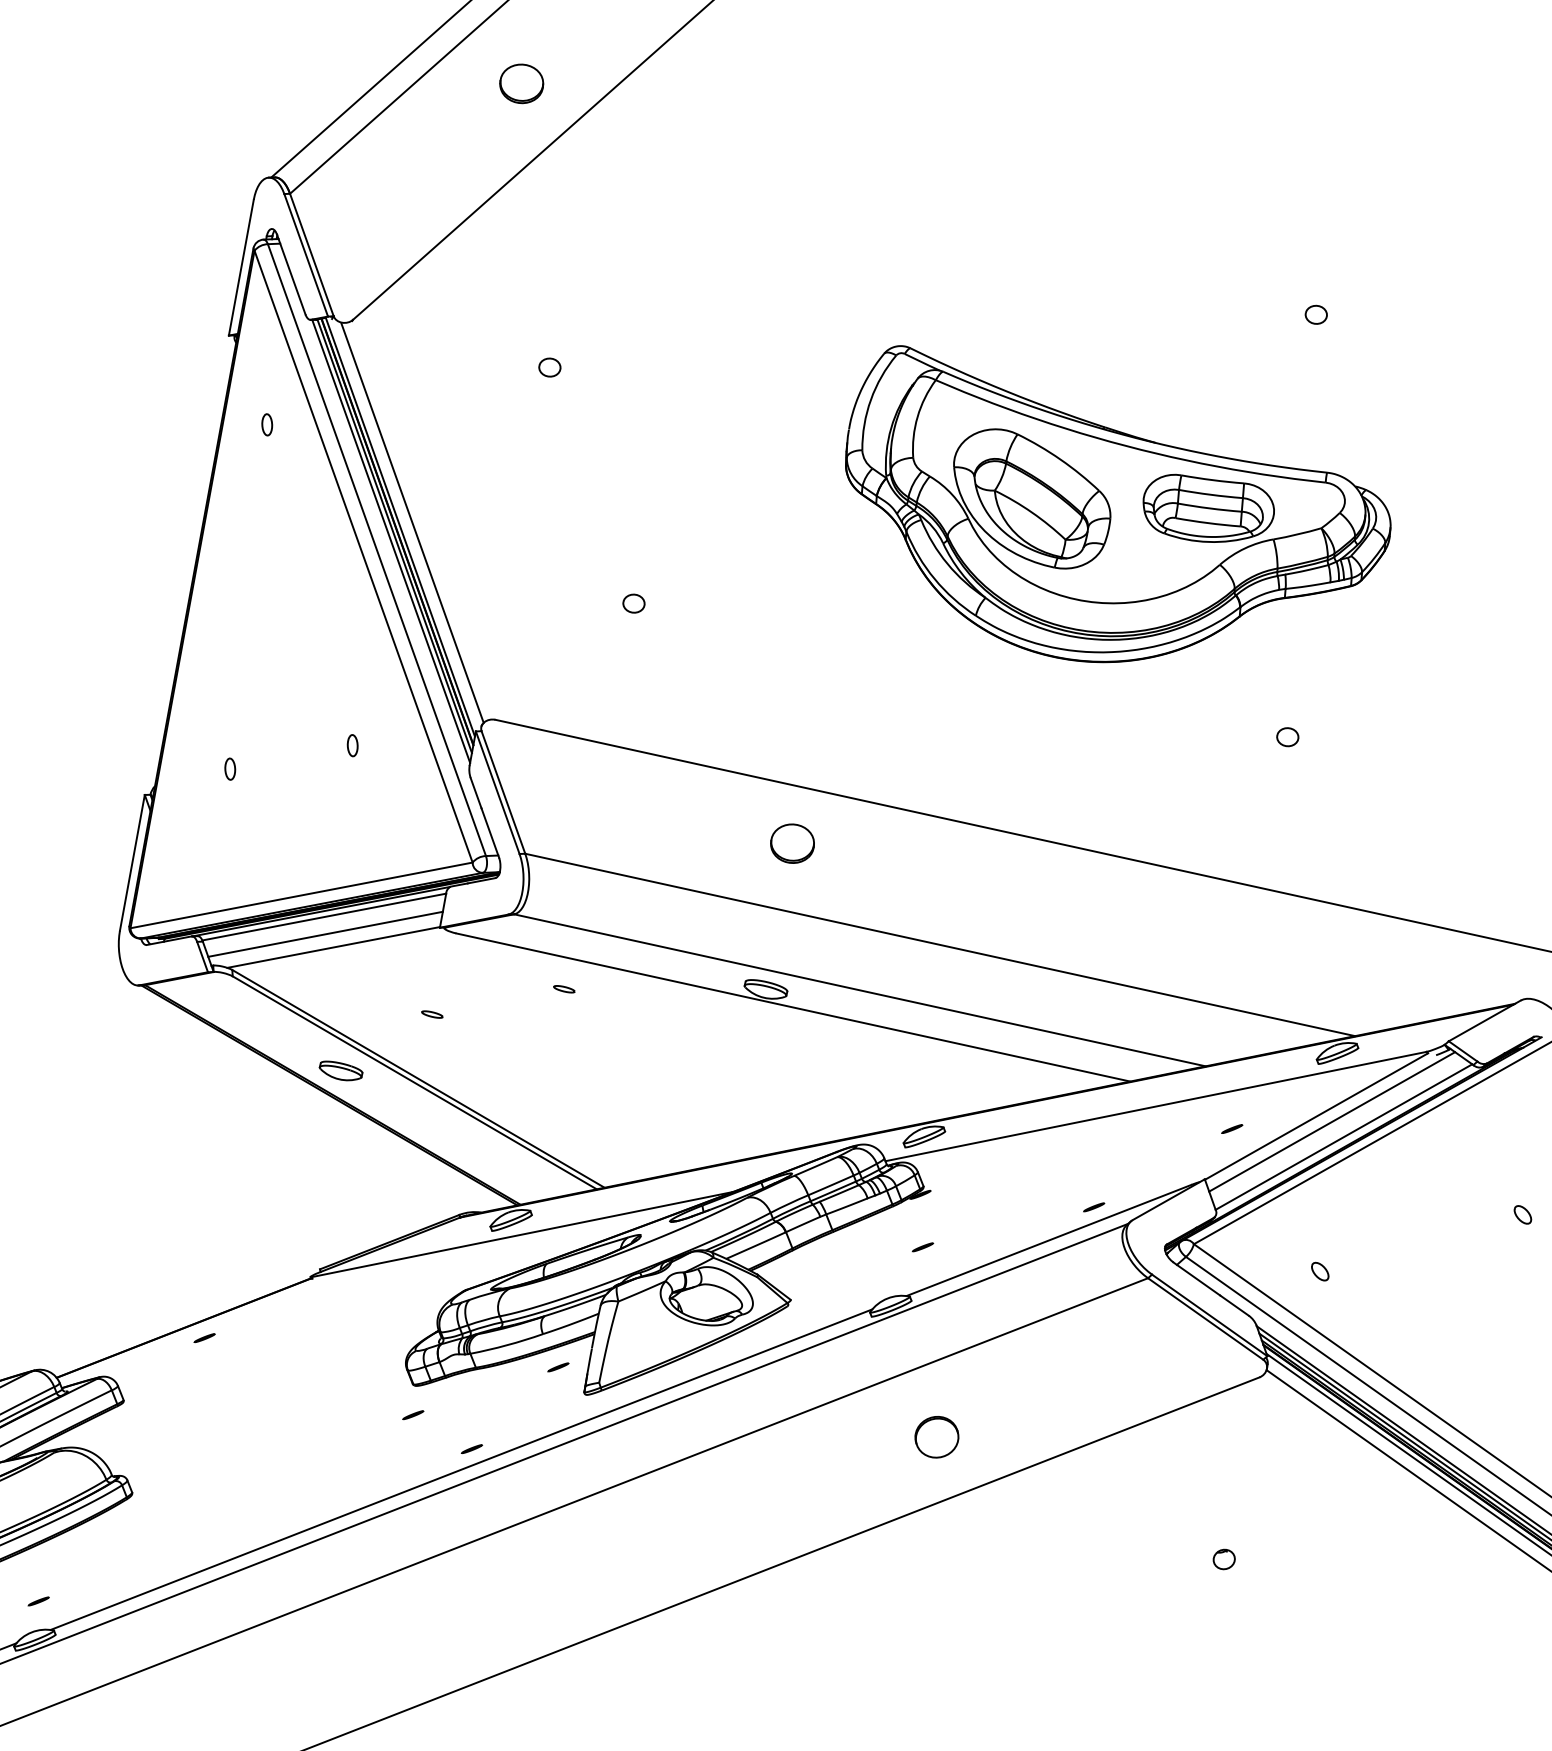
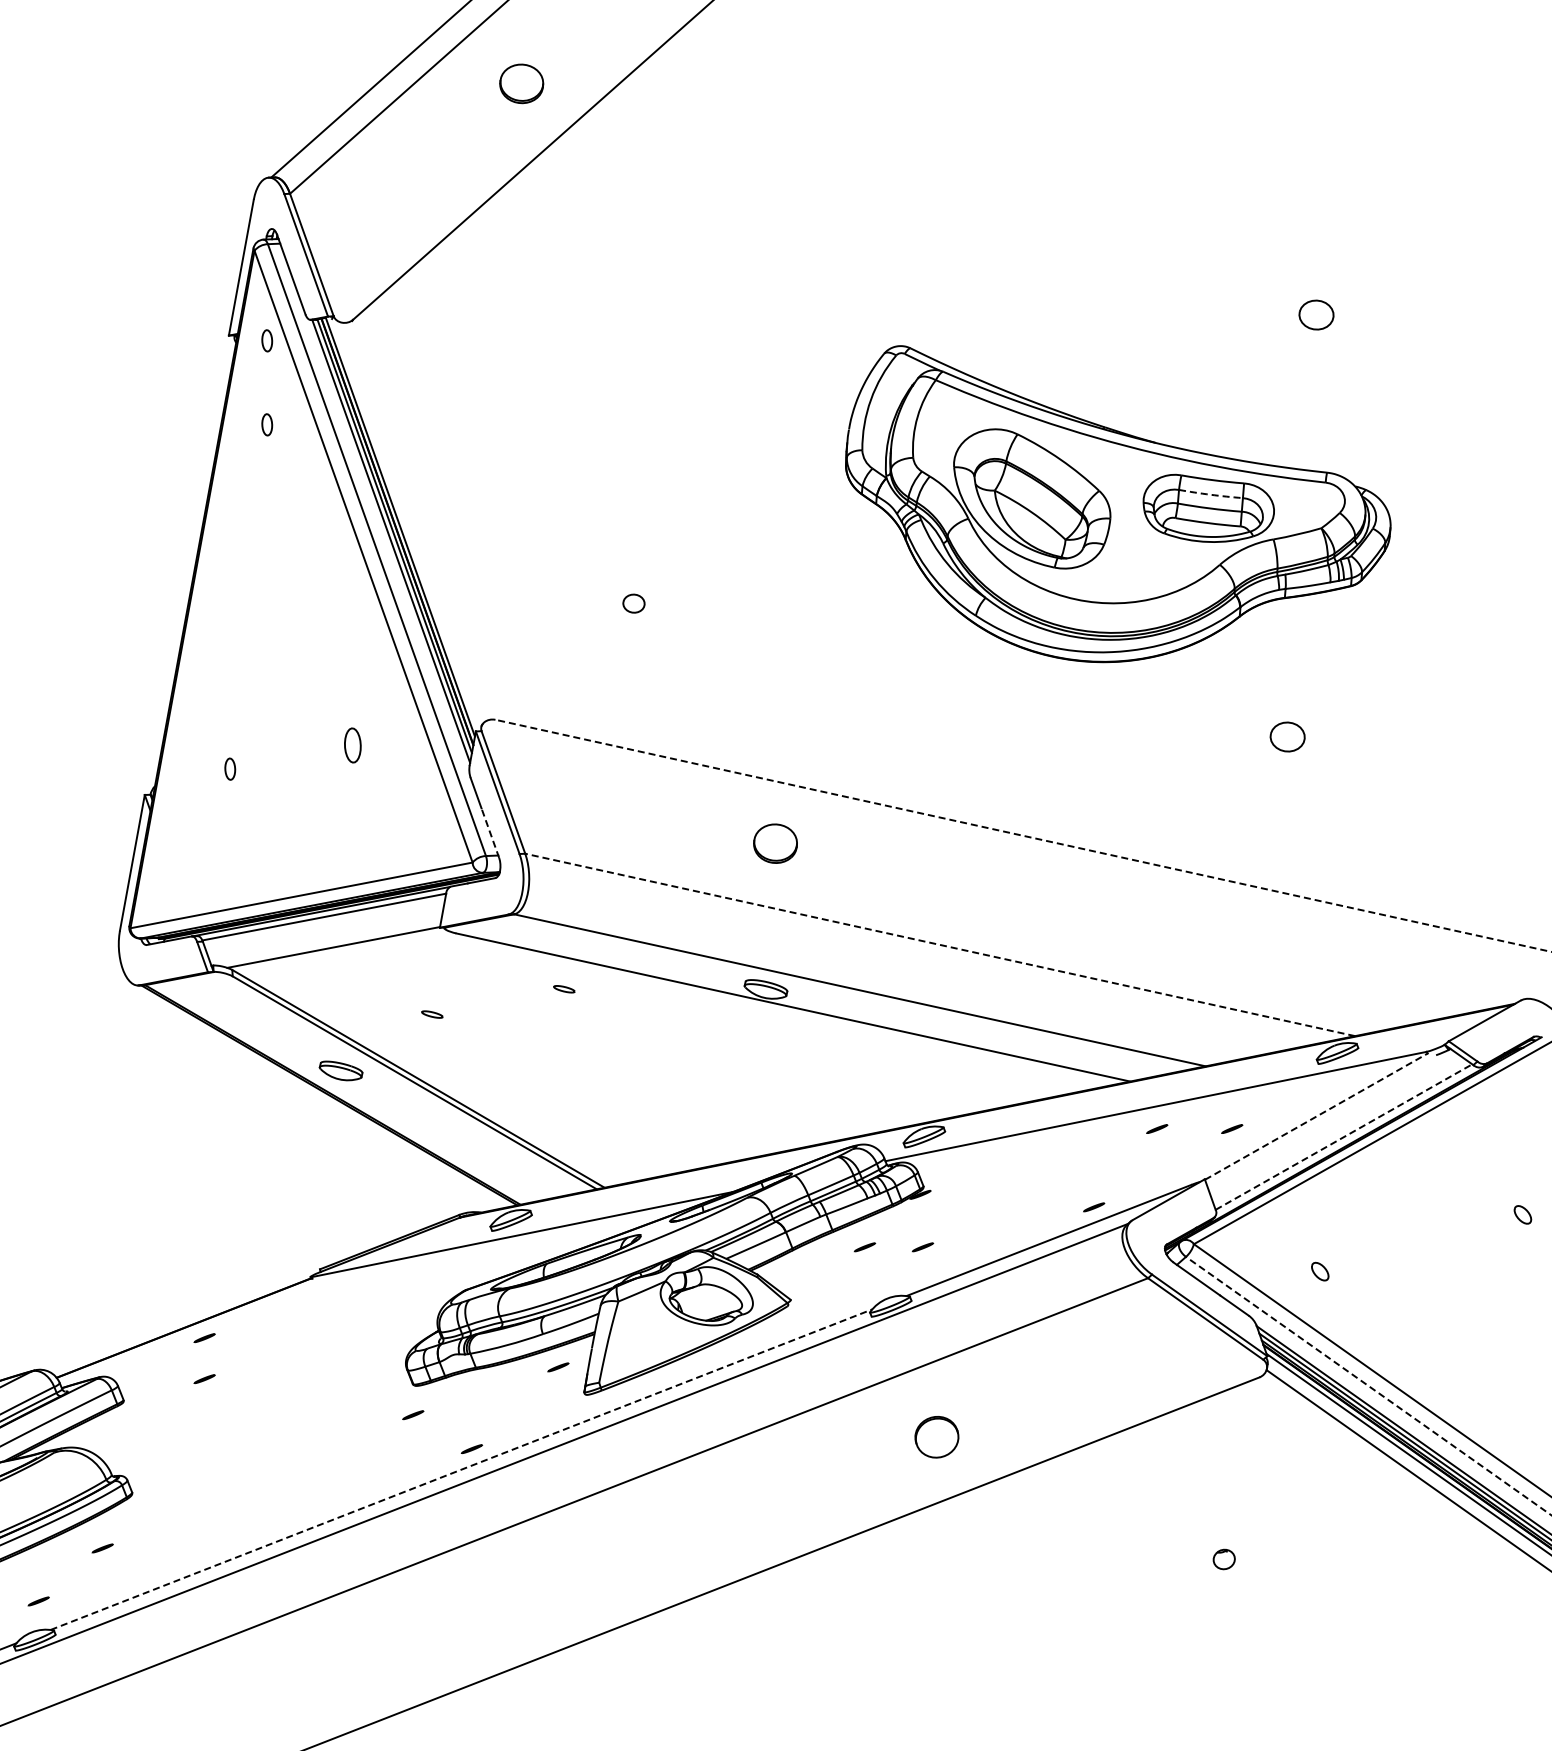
part at (1315, 314) size: 24x21 px -> 37x32 px
part at (267, 340): none -> present
part at (549, 367): present -> none
arc at (1210, 494): solid -> dashed
line at (412, 522): present -> none
part at (1287, 737) size: 24x21 px -> 37x32 px
part at (352, 745) size: 13x24 px -> 18x37 px
line at (490, 832): solid -> dashed
line at (1022, 835): solid -> dashed
part at (792, 843) position: (792, 843) -> (775, 843)
line at (325, 933): present -> none
line at (940, 944): solid -> dashed
line at (1317, 1116): solid -> dashed
line at (1332, 1121): present -> none
line at (1157, 1128): none -> present
line at (1343, 1137): solid -> dashed
line at (864, 1247): none -> present
line at (204, 1378): none -> present
line at (1368, 1386): solid -> dashed
line at (461, 1469): solid -> dashed
line at (102, 1548): none -> present
